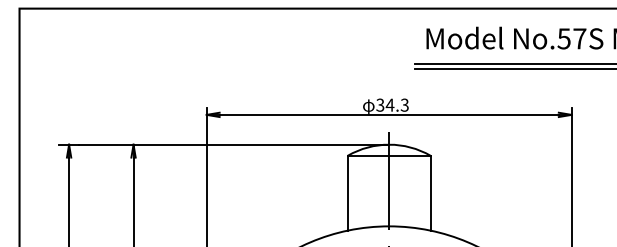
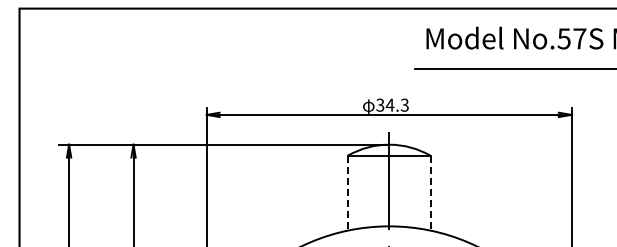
line at (514, 64): present -> none
line at (347, 193): solid -> dashed
line at (430, 193): solid -> dashed
